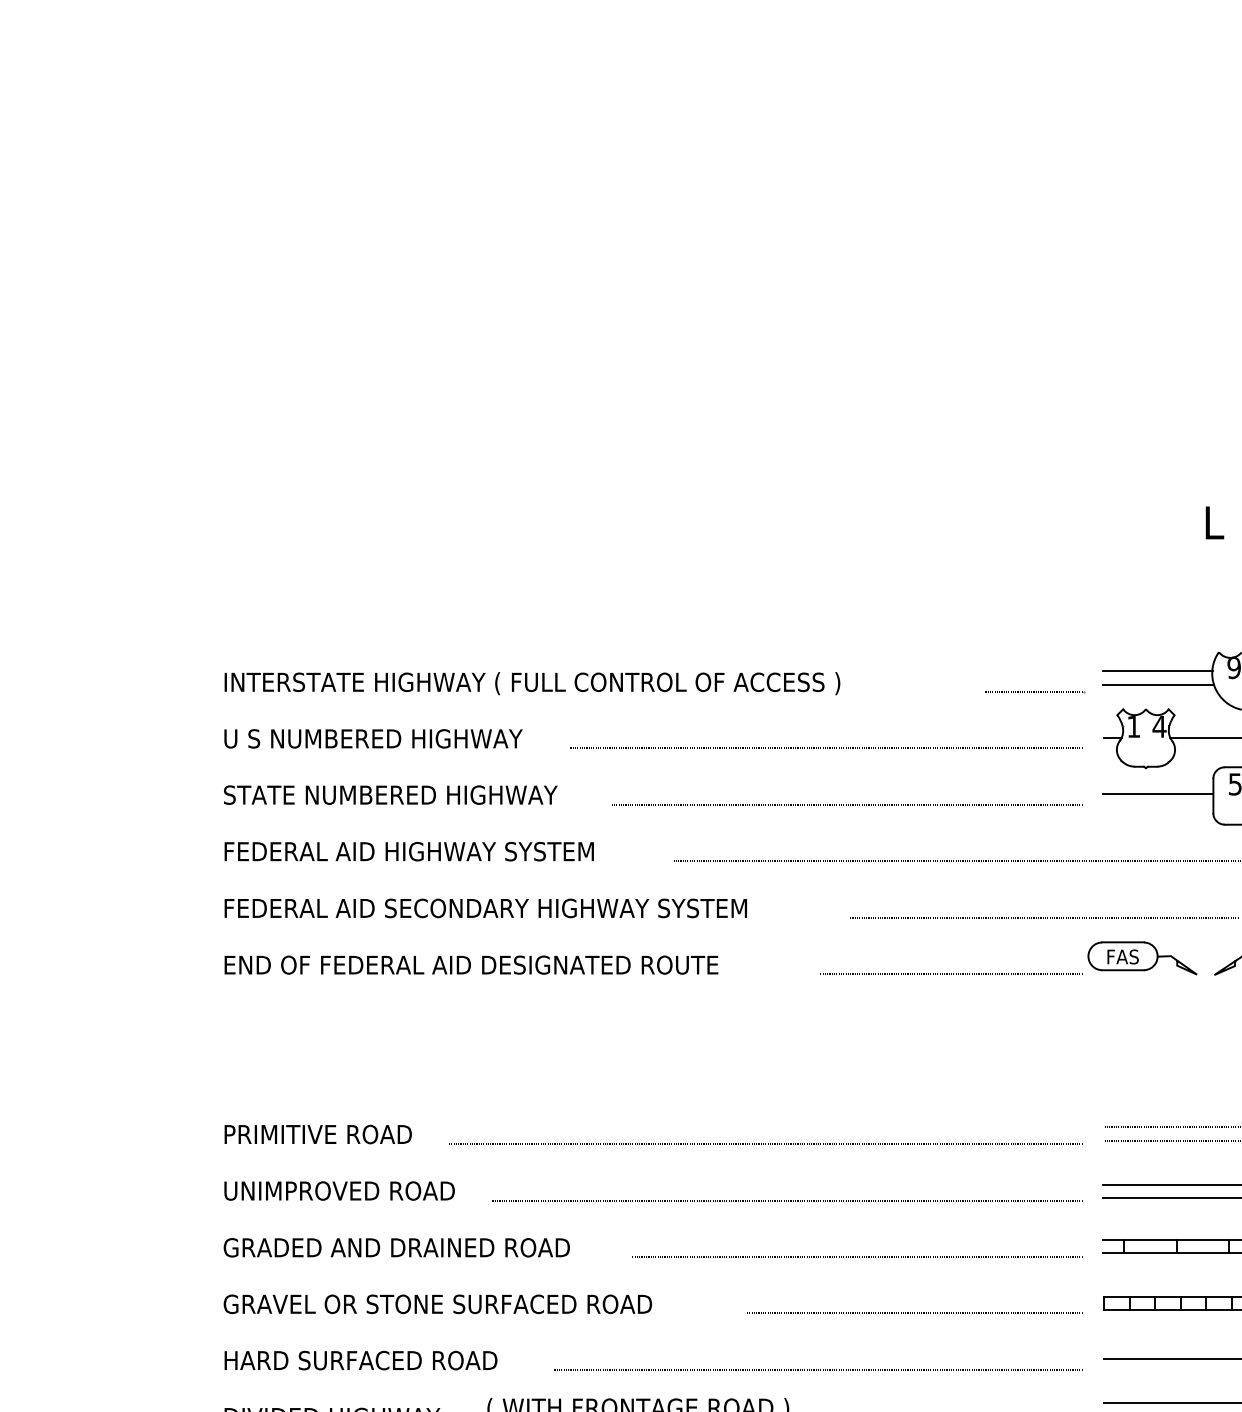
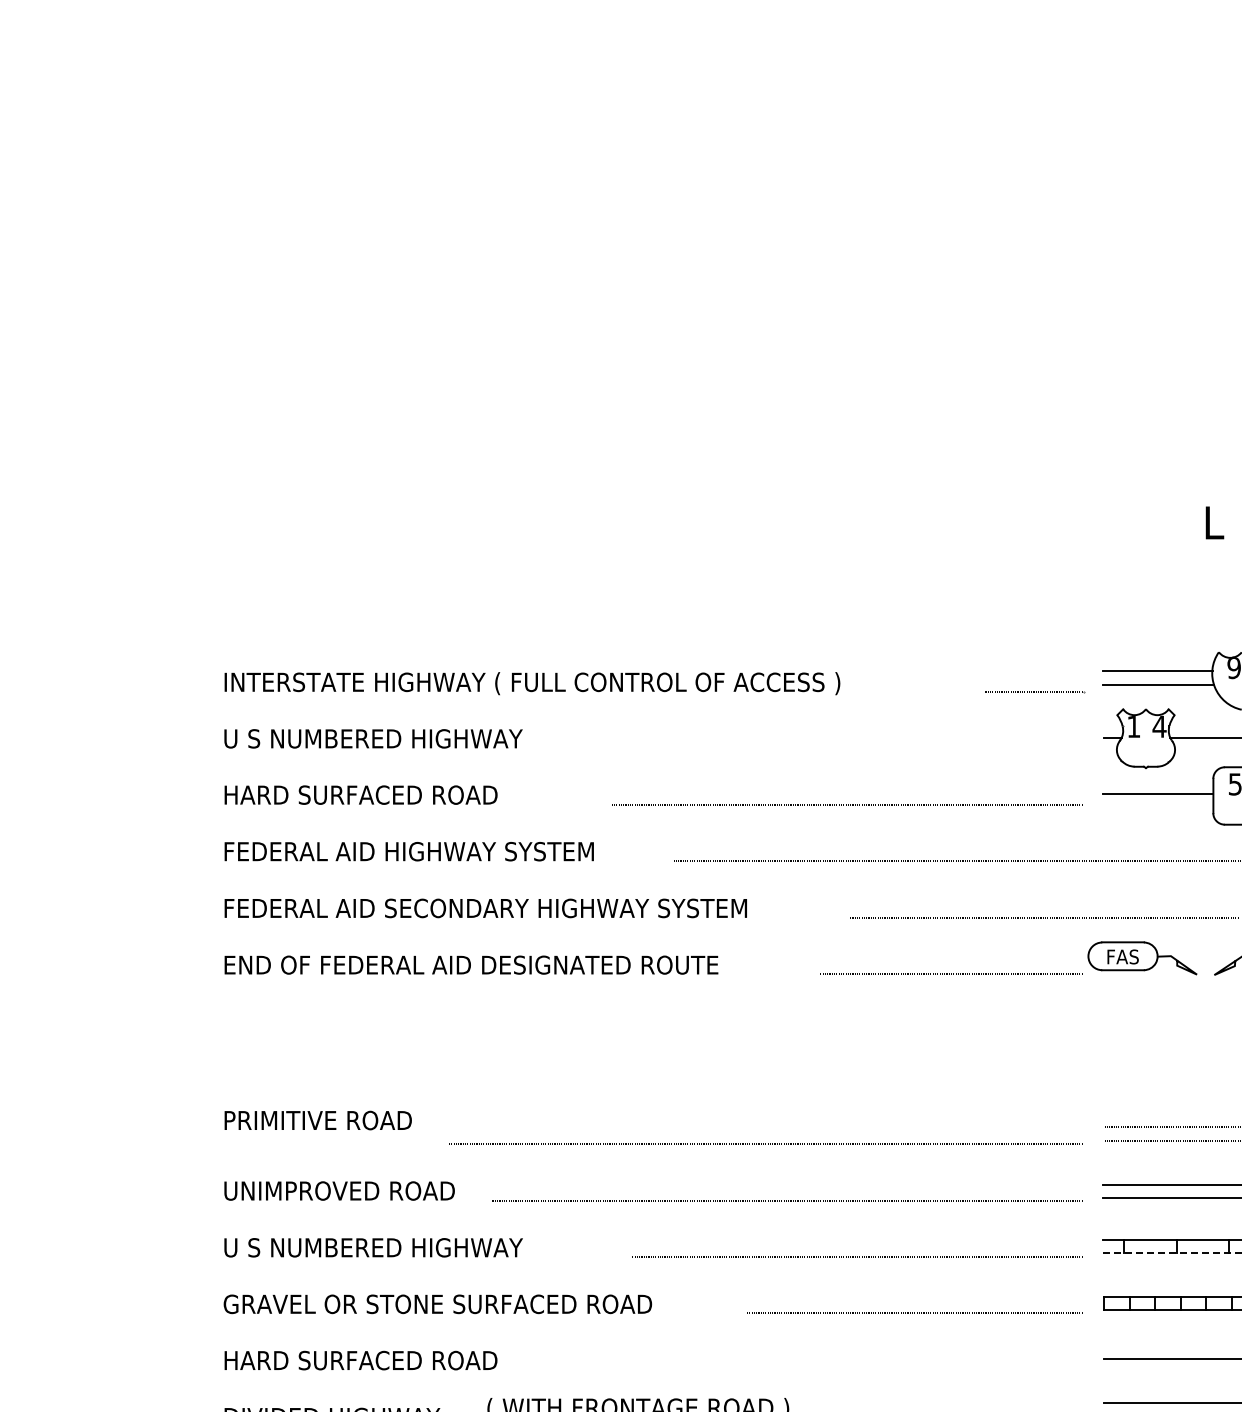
line at (826, 748): present -> none
text at (390, 794): STATE NUMBERED HIGHWAY -> HARD SURFACED ROAD
text at (317, 1134) position: (317, 1134) -> (317, 1120)
text at (396, 1247): GRADED AND DRAINED ROAD -> U S NUMBERED HIGHWAY
line at (1173, 1252): solid -> dashed
line at (818, 1370): present -> none
